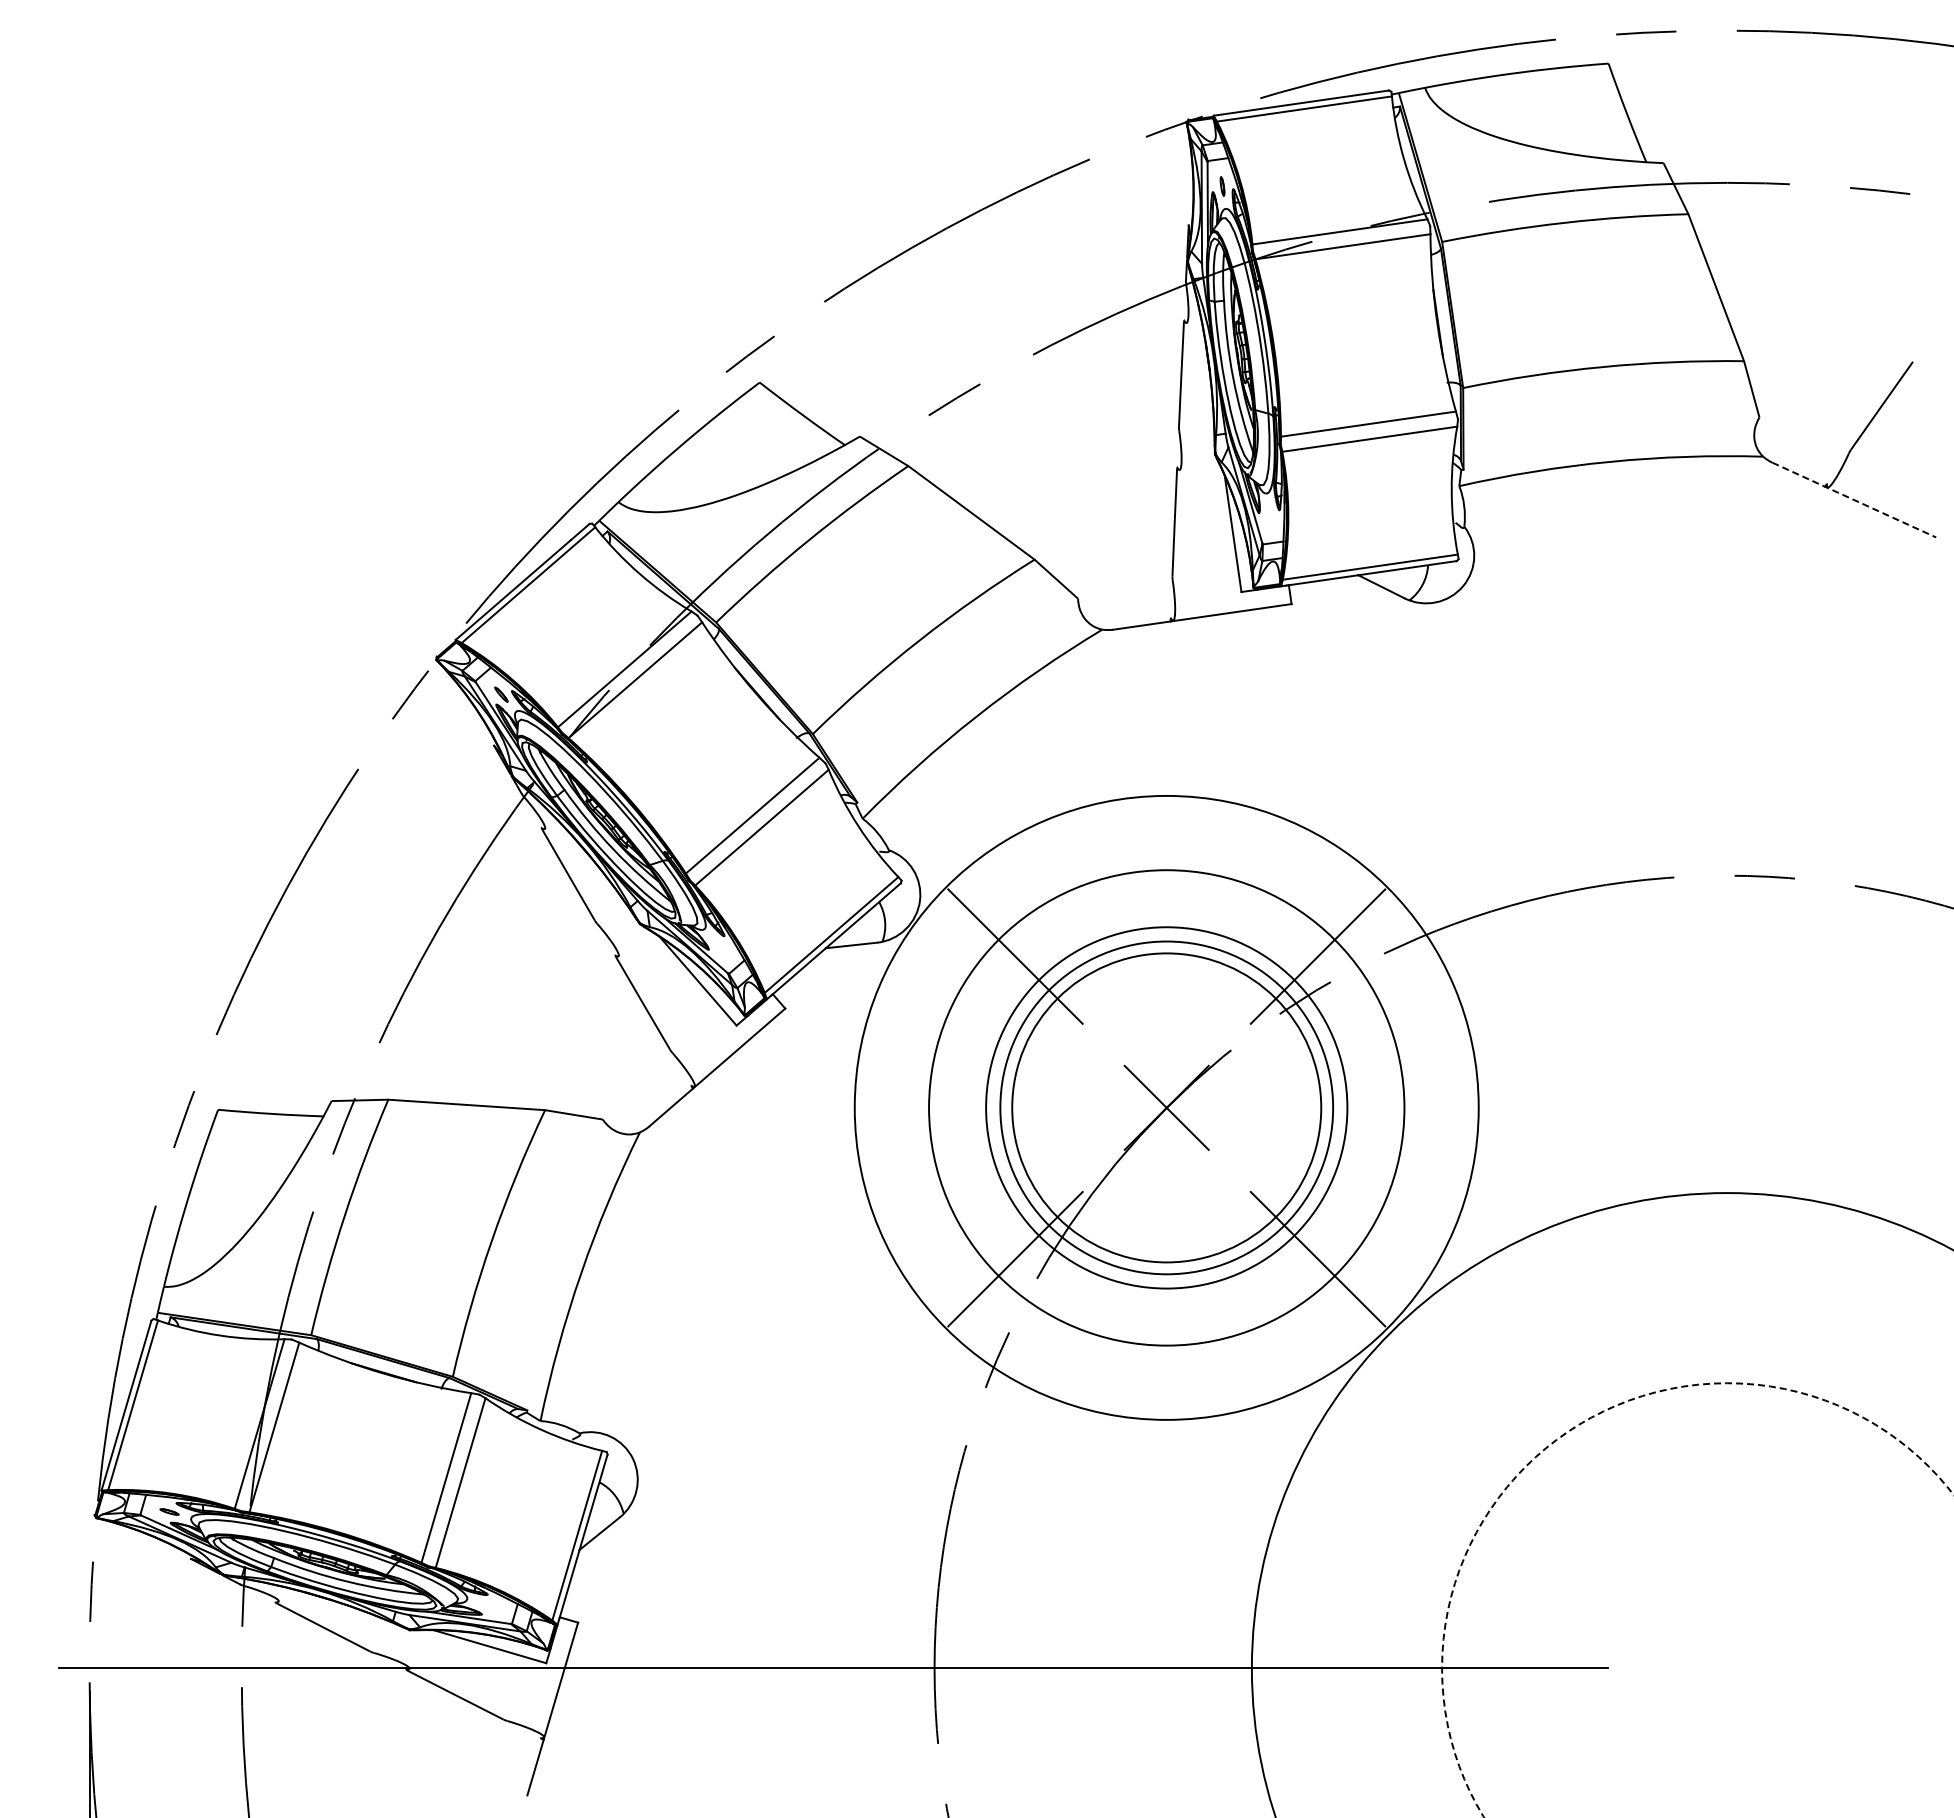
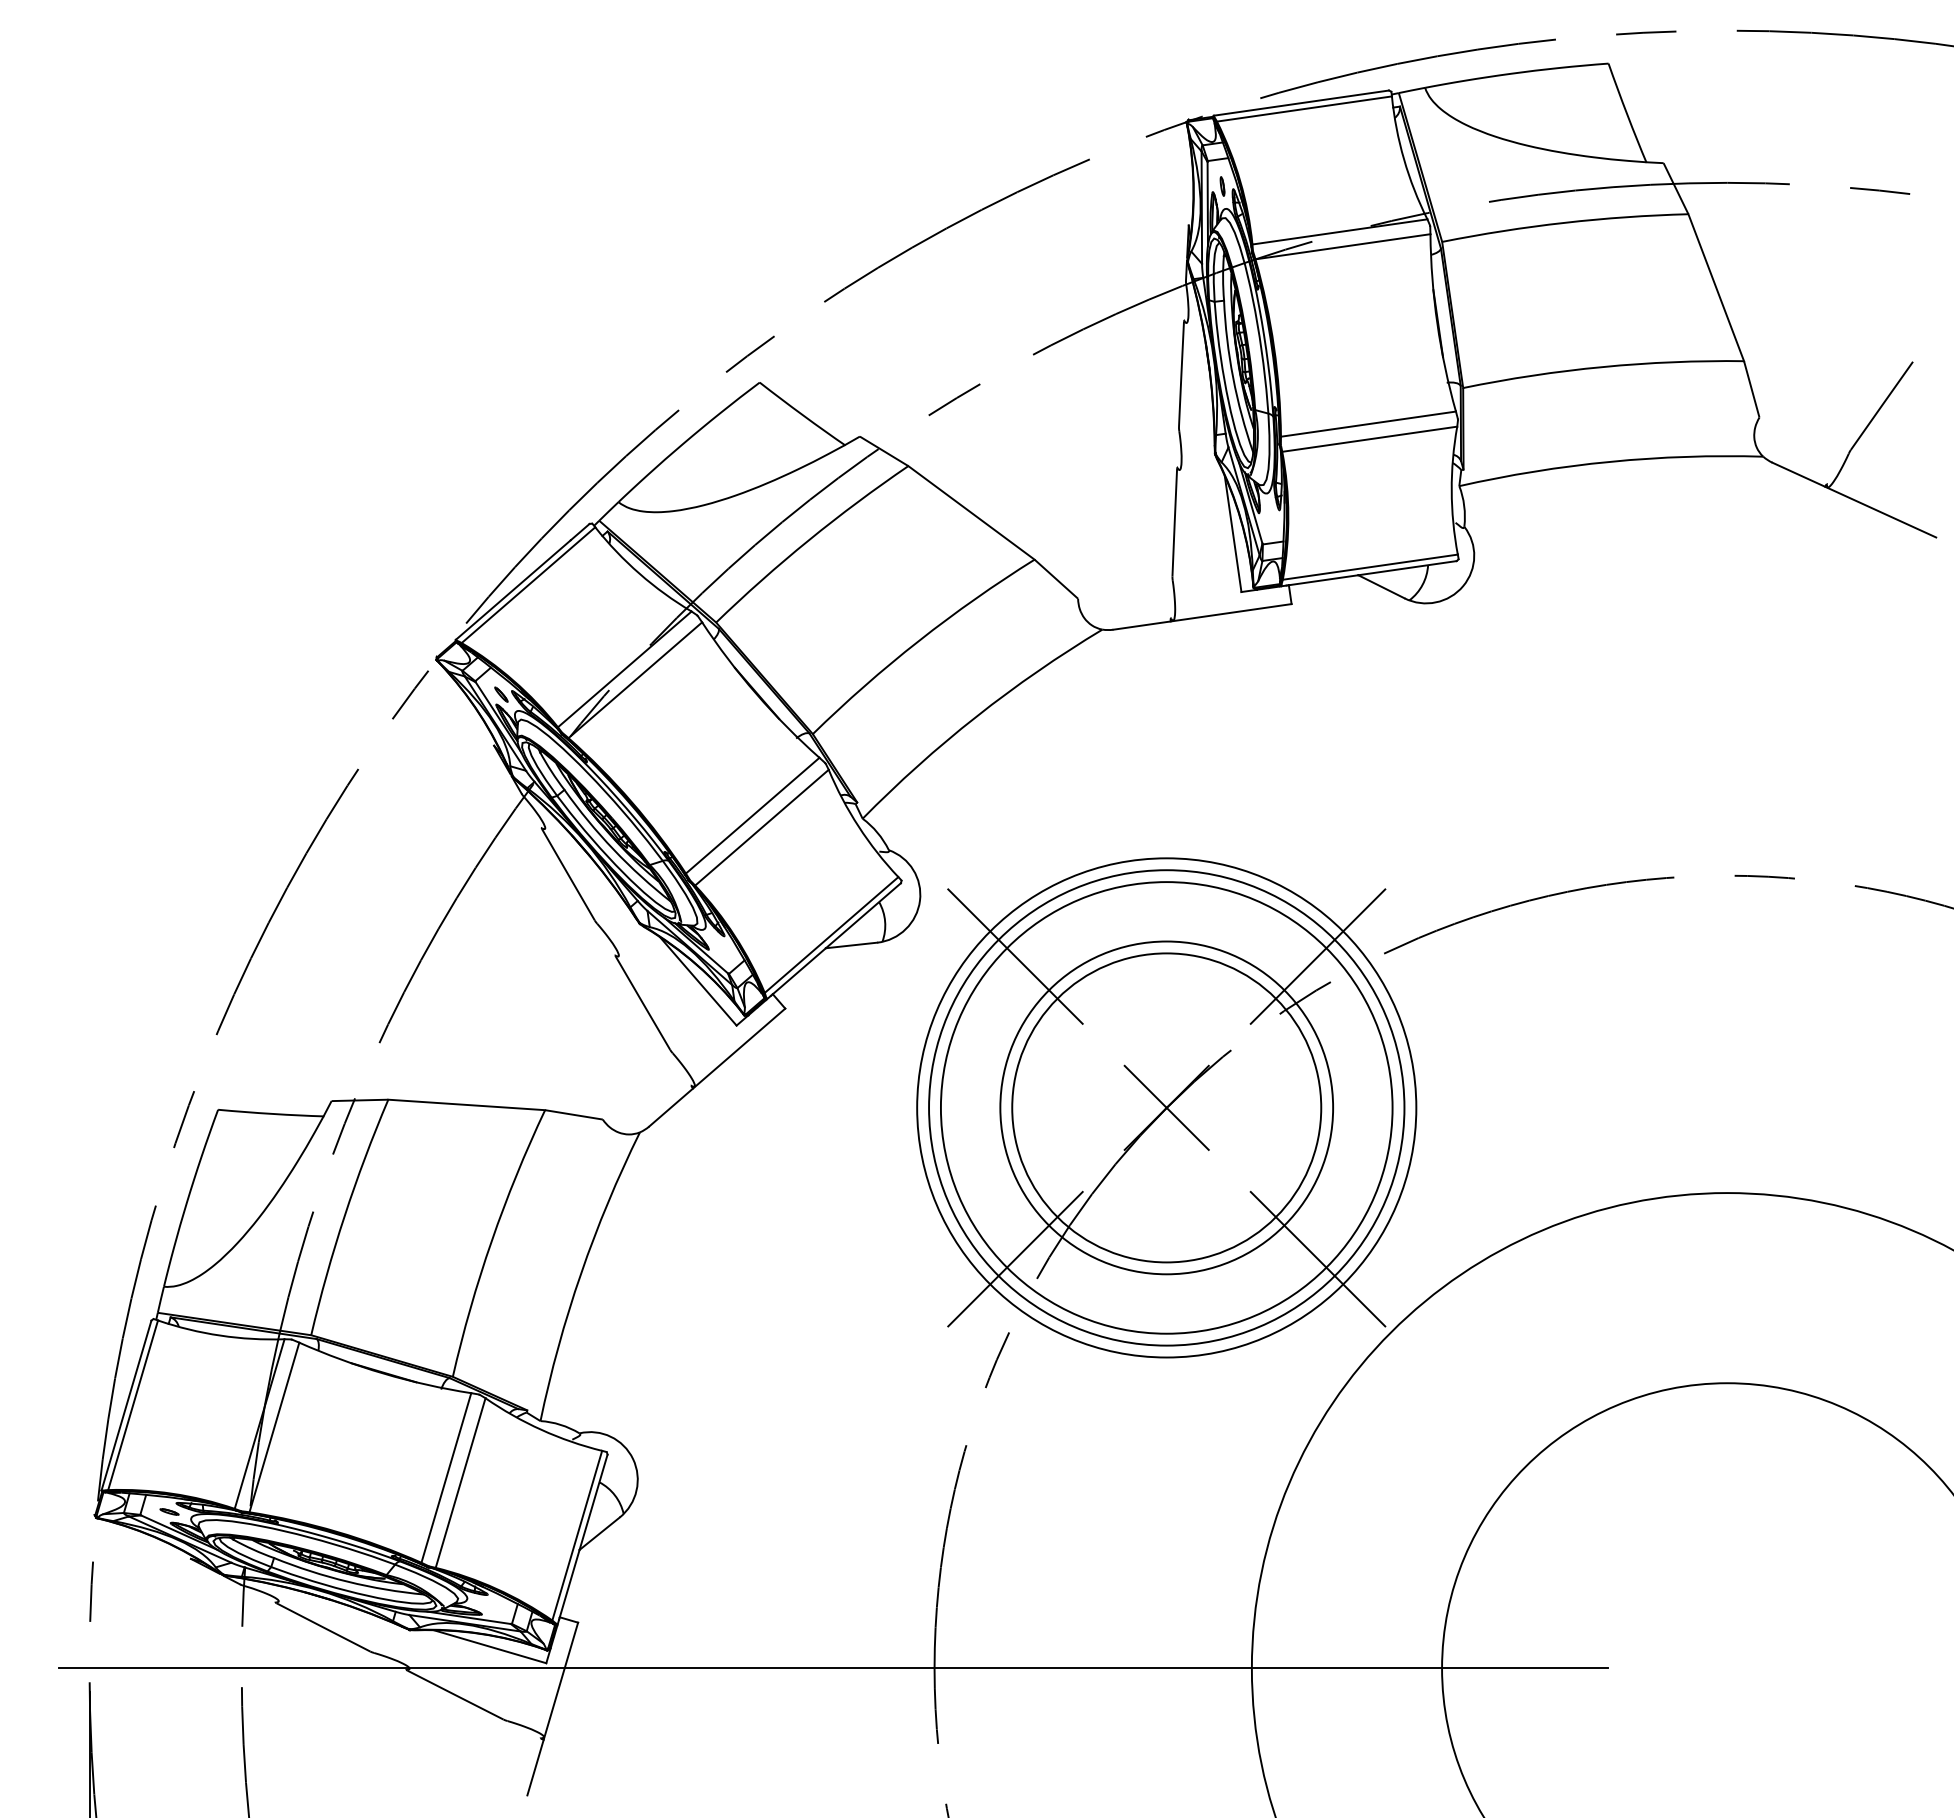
line at (1854, 500): dashed -> solid
circle at (1166, 1107) diameter: 361 px -> 452 px
circle at (1166, 1107) diameter: 624 px -> 499 px
circle at (1697, 1600): dashed -> solid
